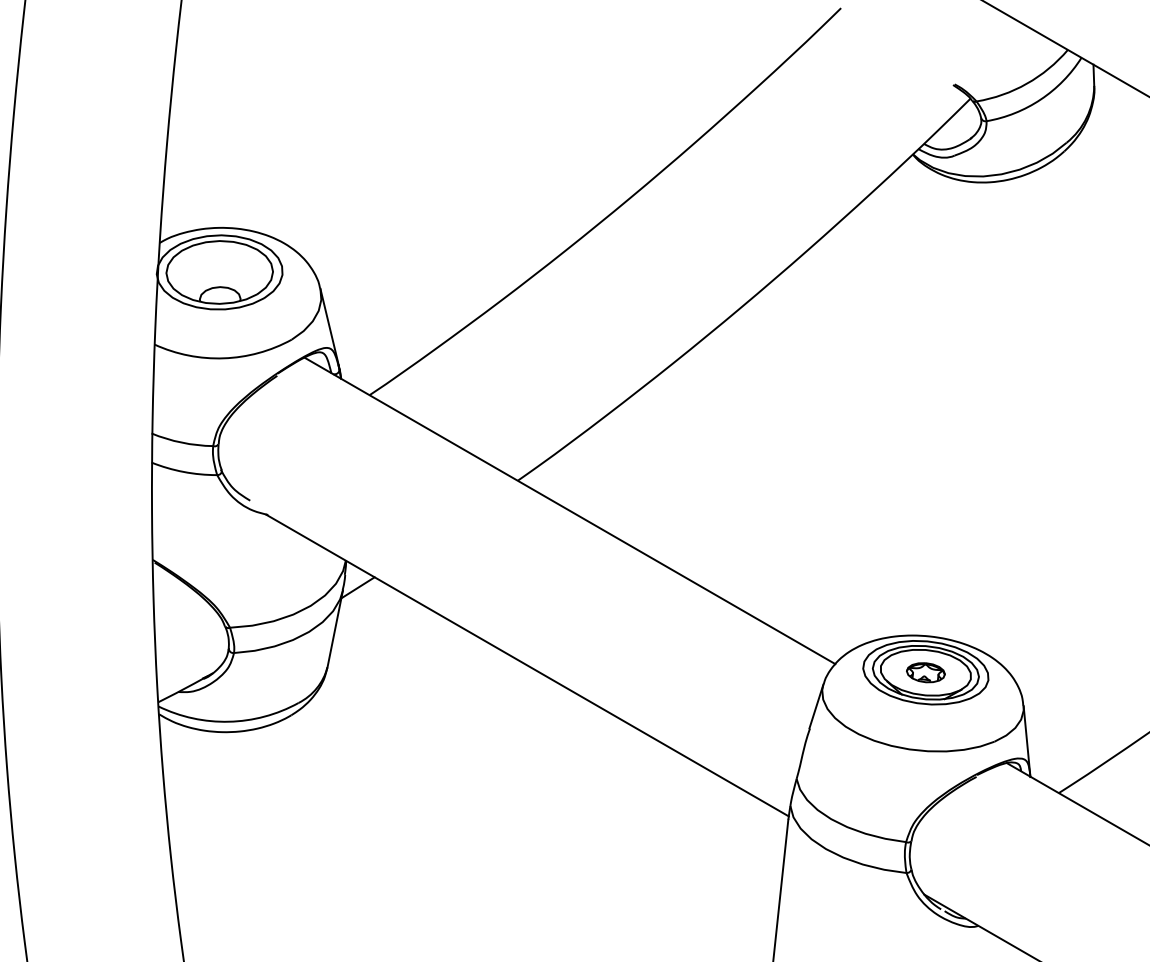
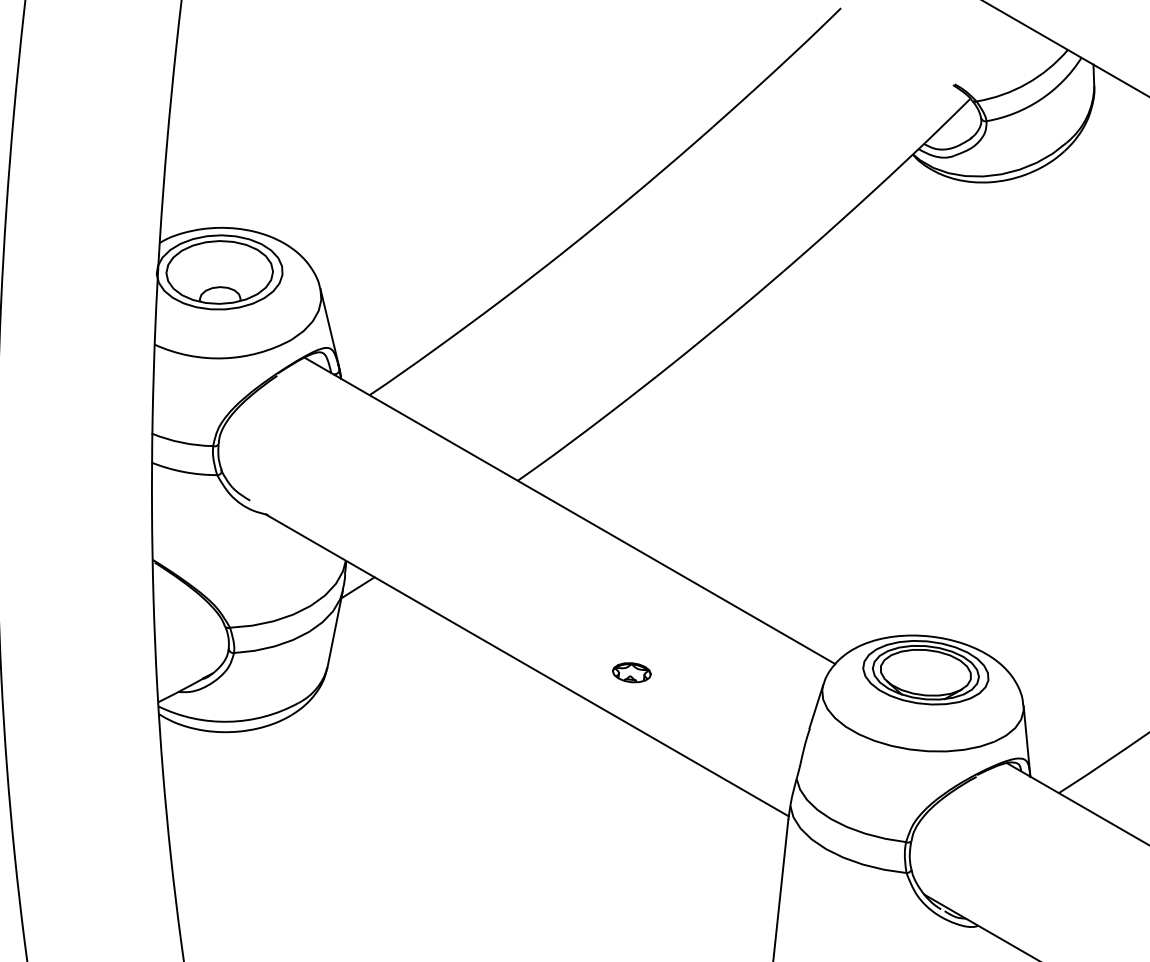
part at (925, 672) position: (925, 672) -> (631, 672)
